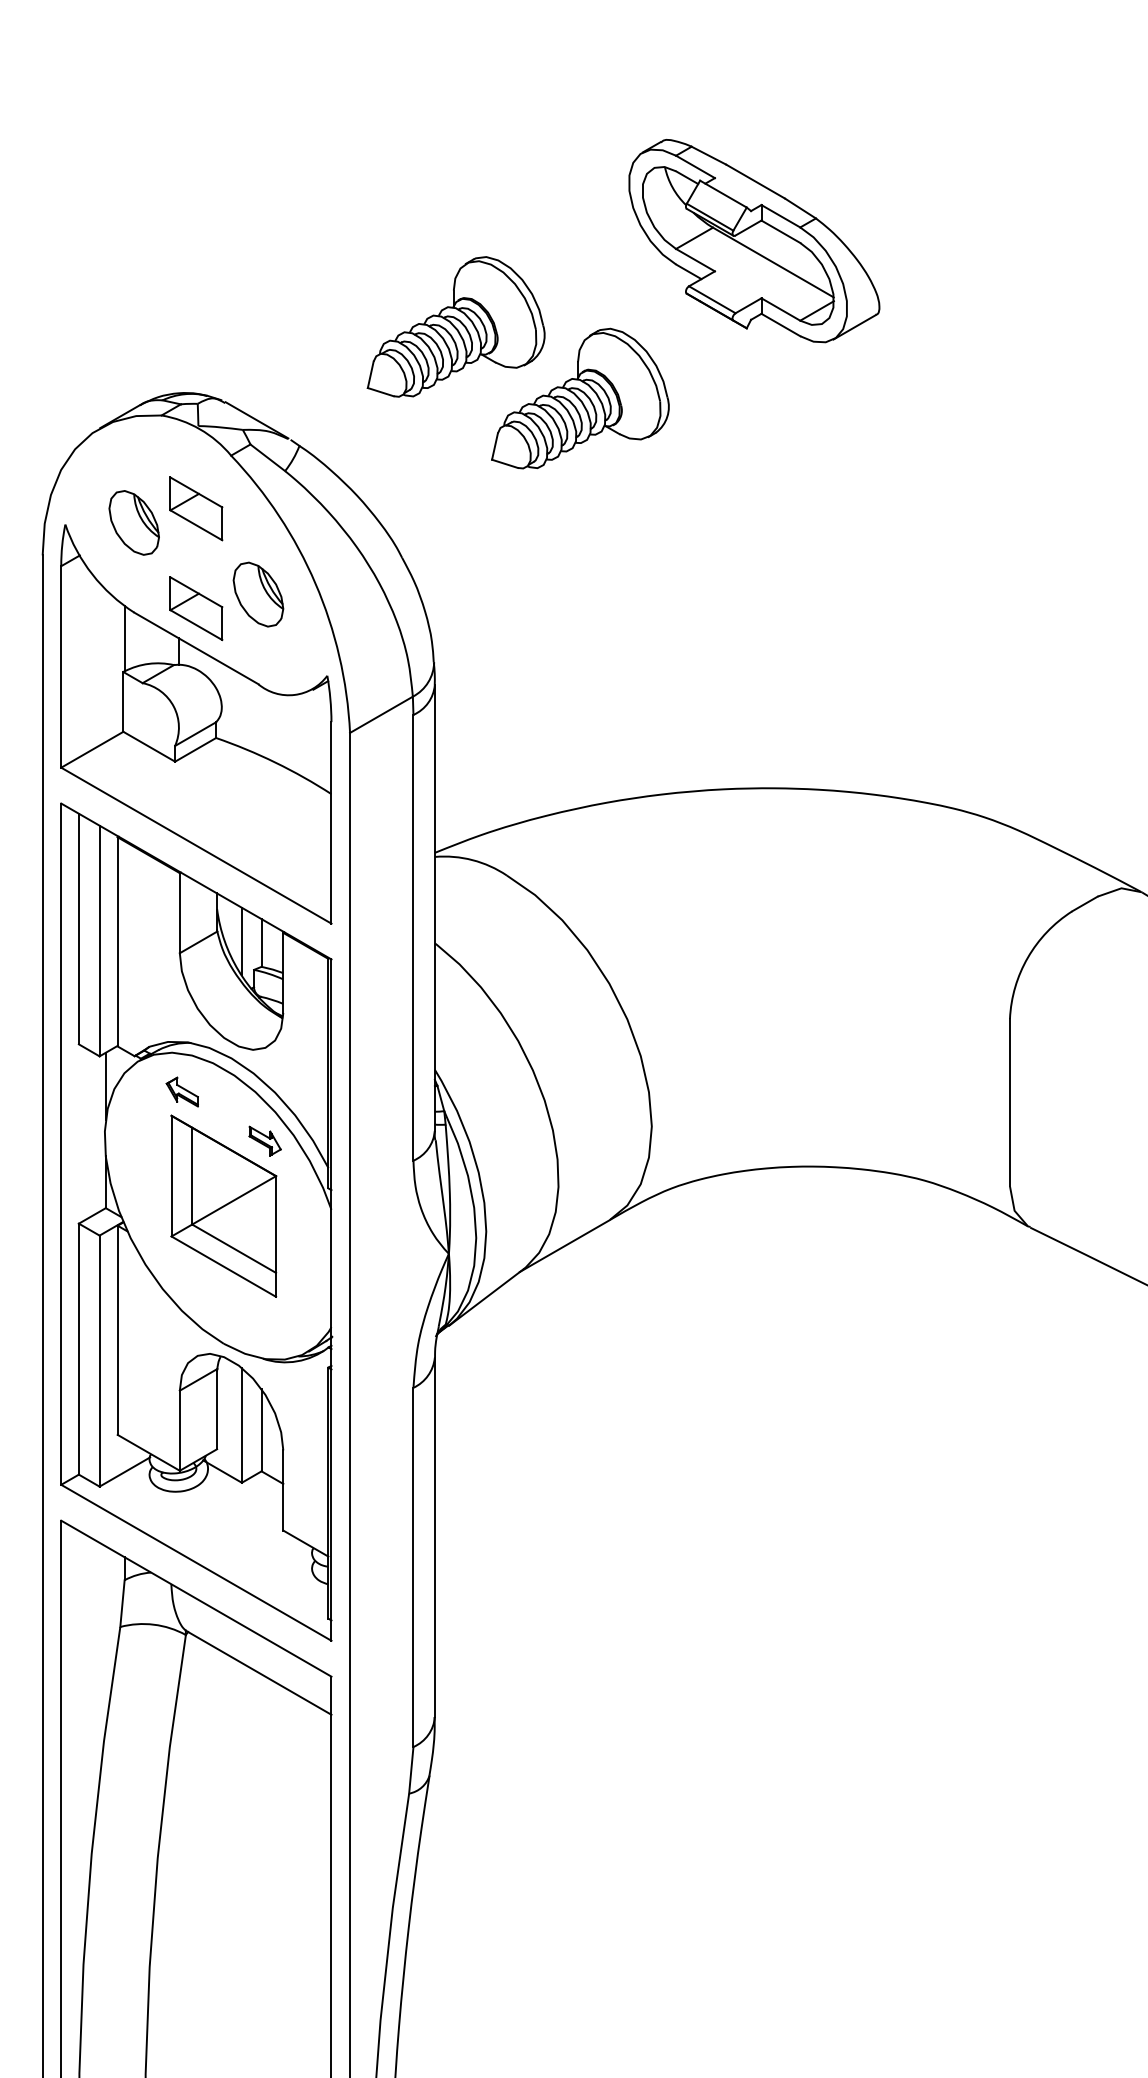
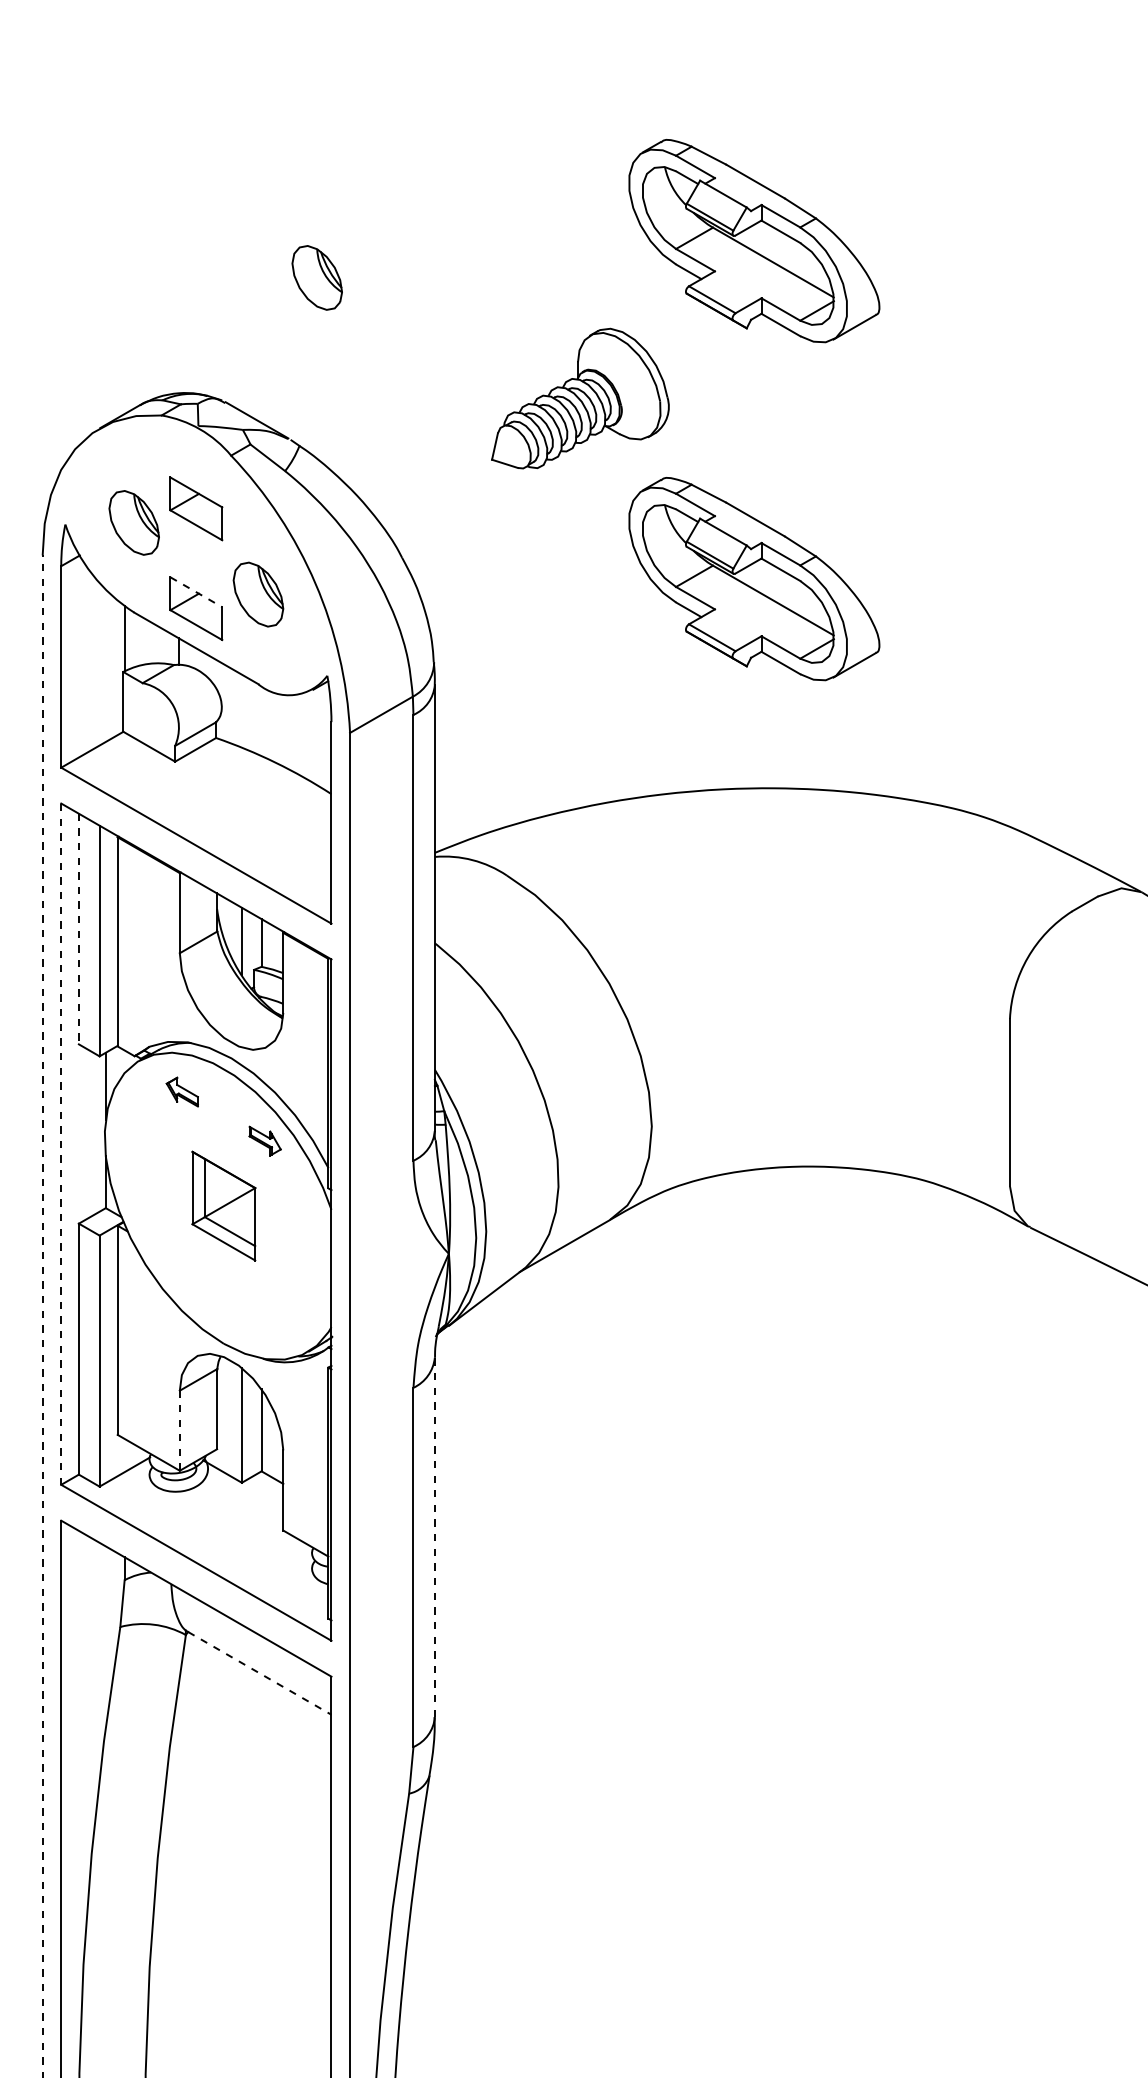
part at (316, 277): none -> present
part at (455, 326): present -> none
part at (754, 579): none -> present
line at (196, 592): solid -> dashed
line at (78, 929): solid -> dashed
line at (61, 1144): solid -> dashed
part at (223, 1205) size: 108x184 px -> 66x112 px
line at (42, 1316): solid -> dashed
line at (179, 1430): solid -> dashed
line at (434, 1537): solid -> dashed
line at (259, 1673): solid -> dashed
